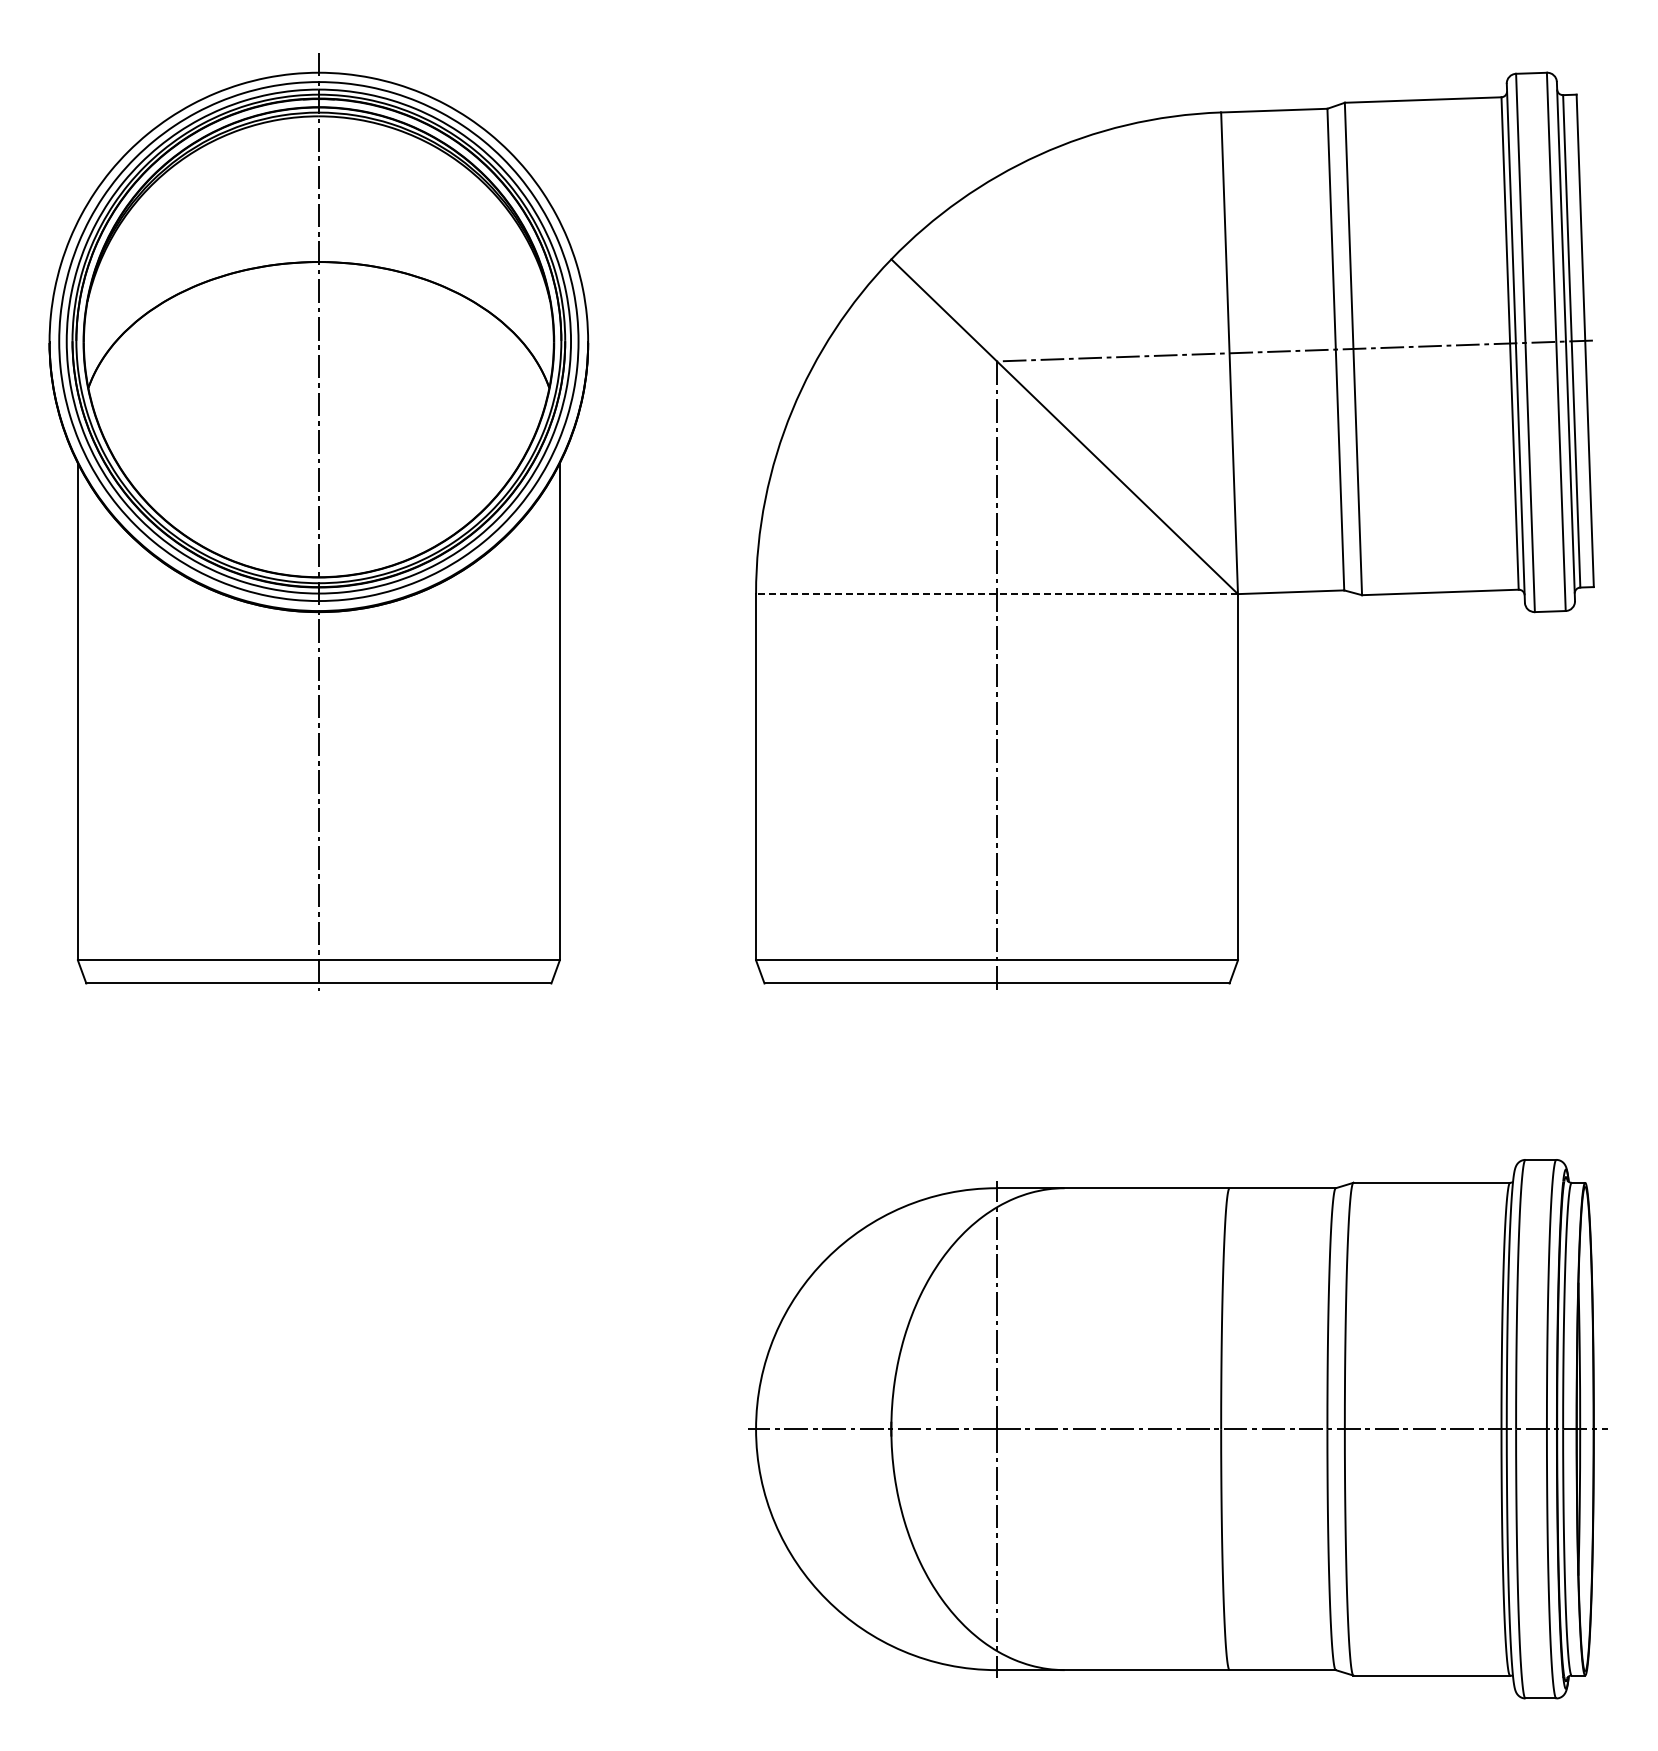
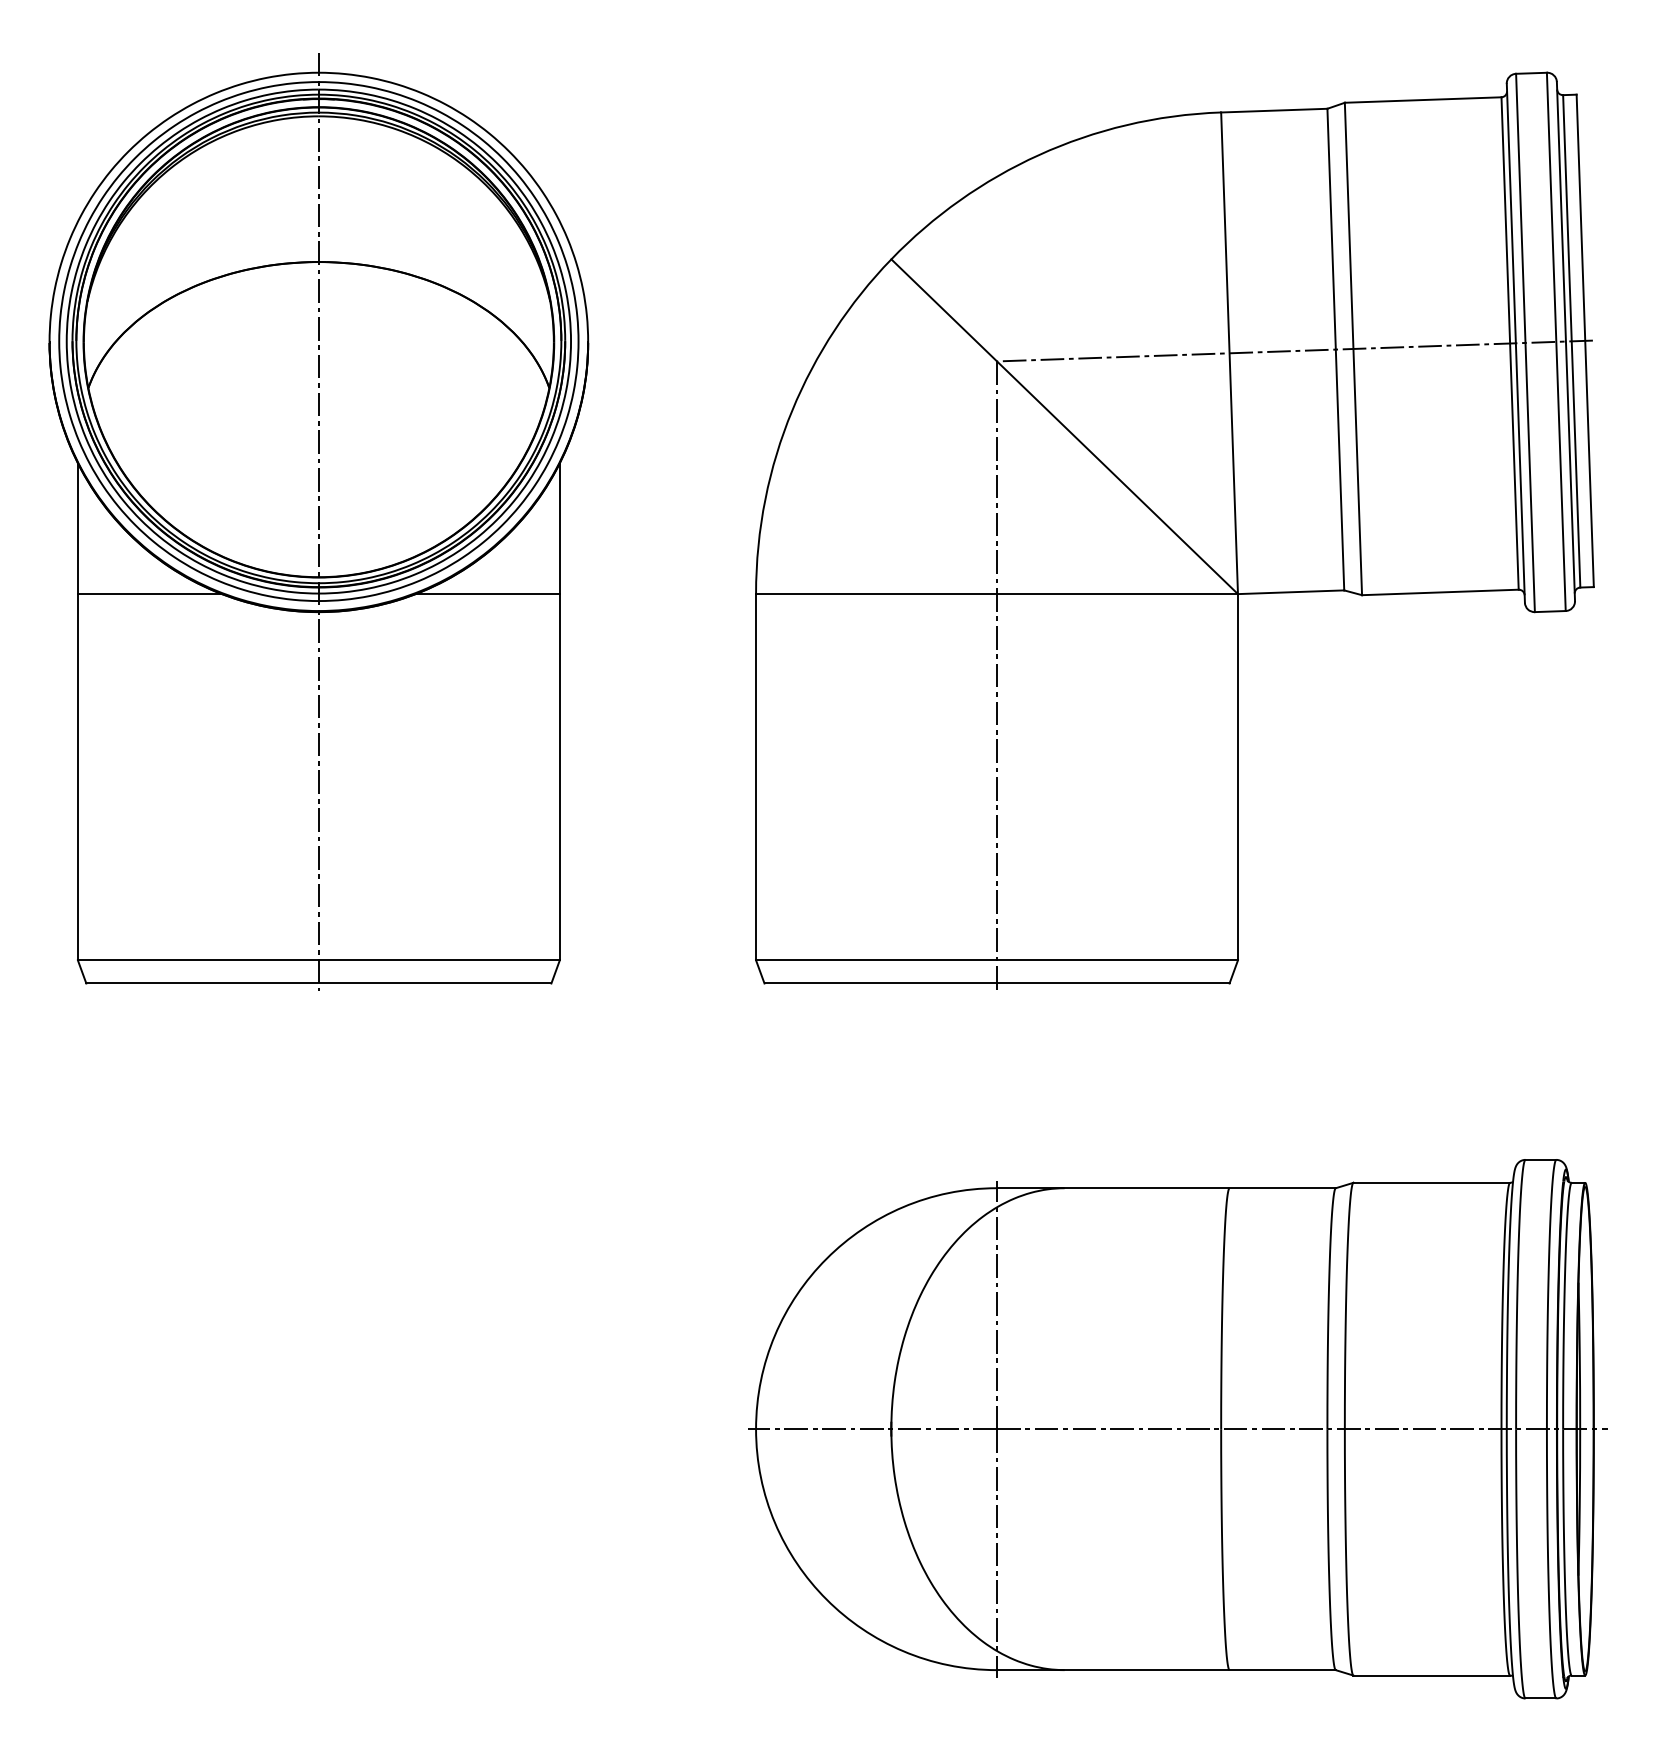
line at (149, 594): none -> present
line at (487, 594): none -> present
line at (997, 594): dashed -> solid
